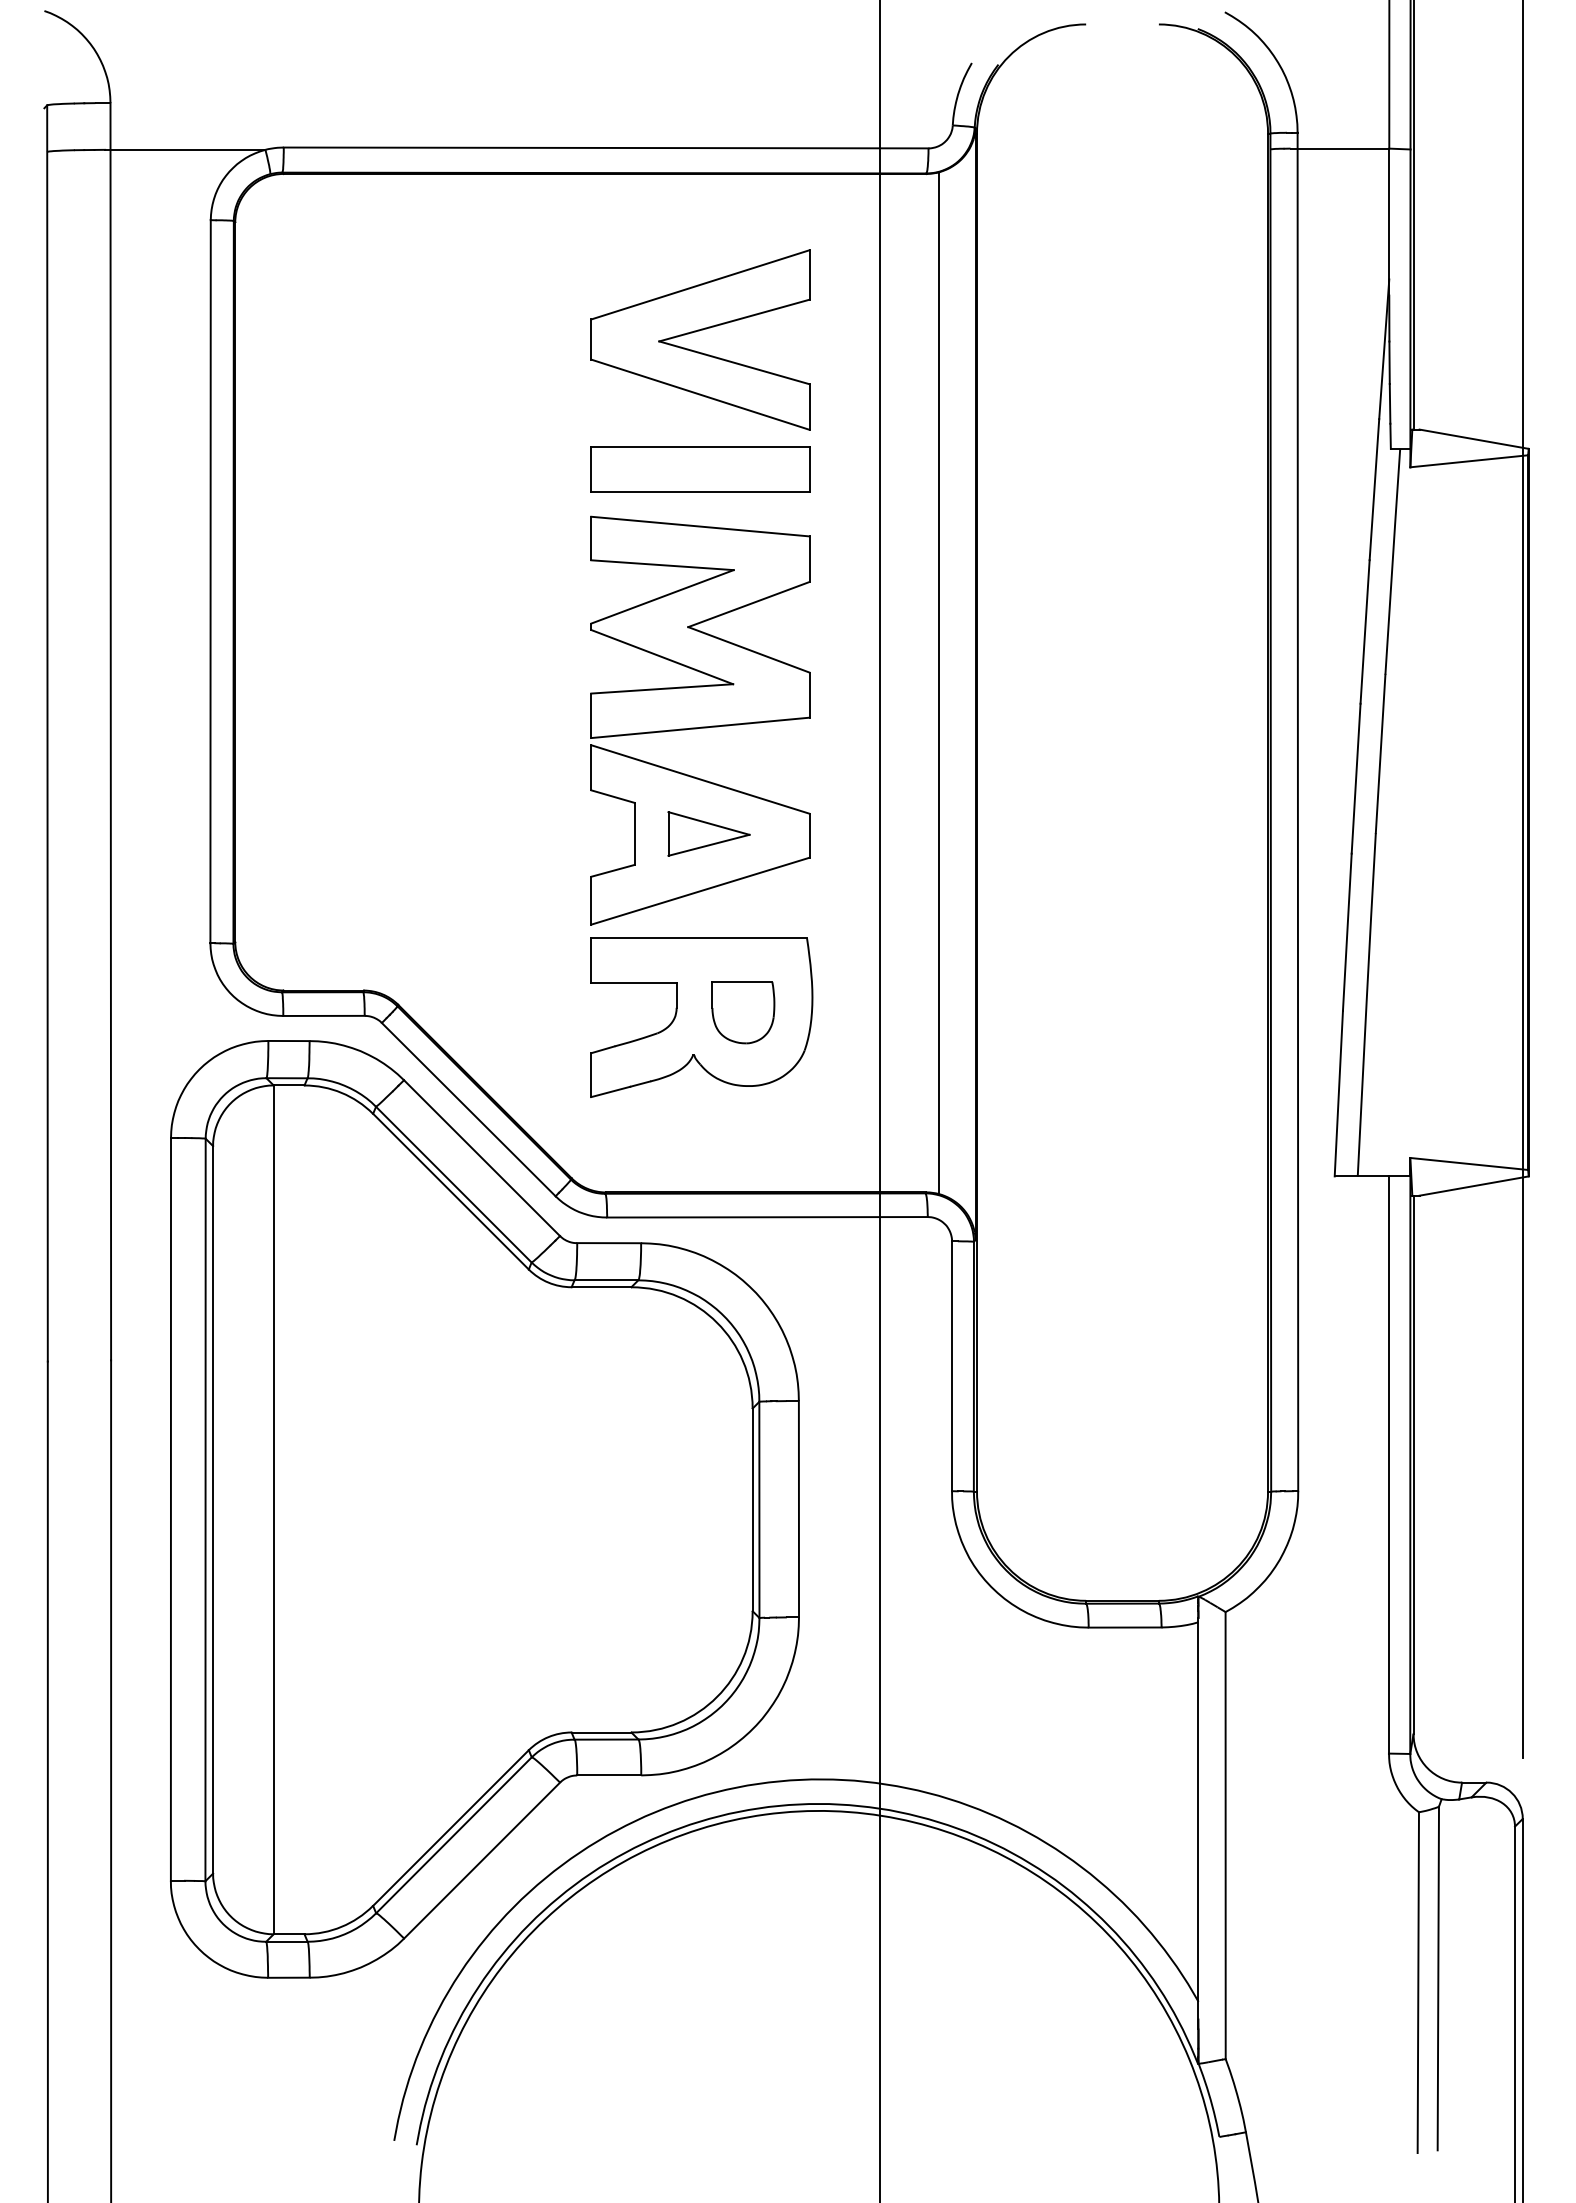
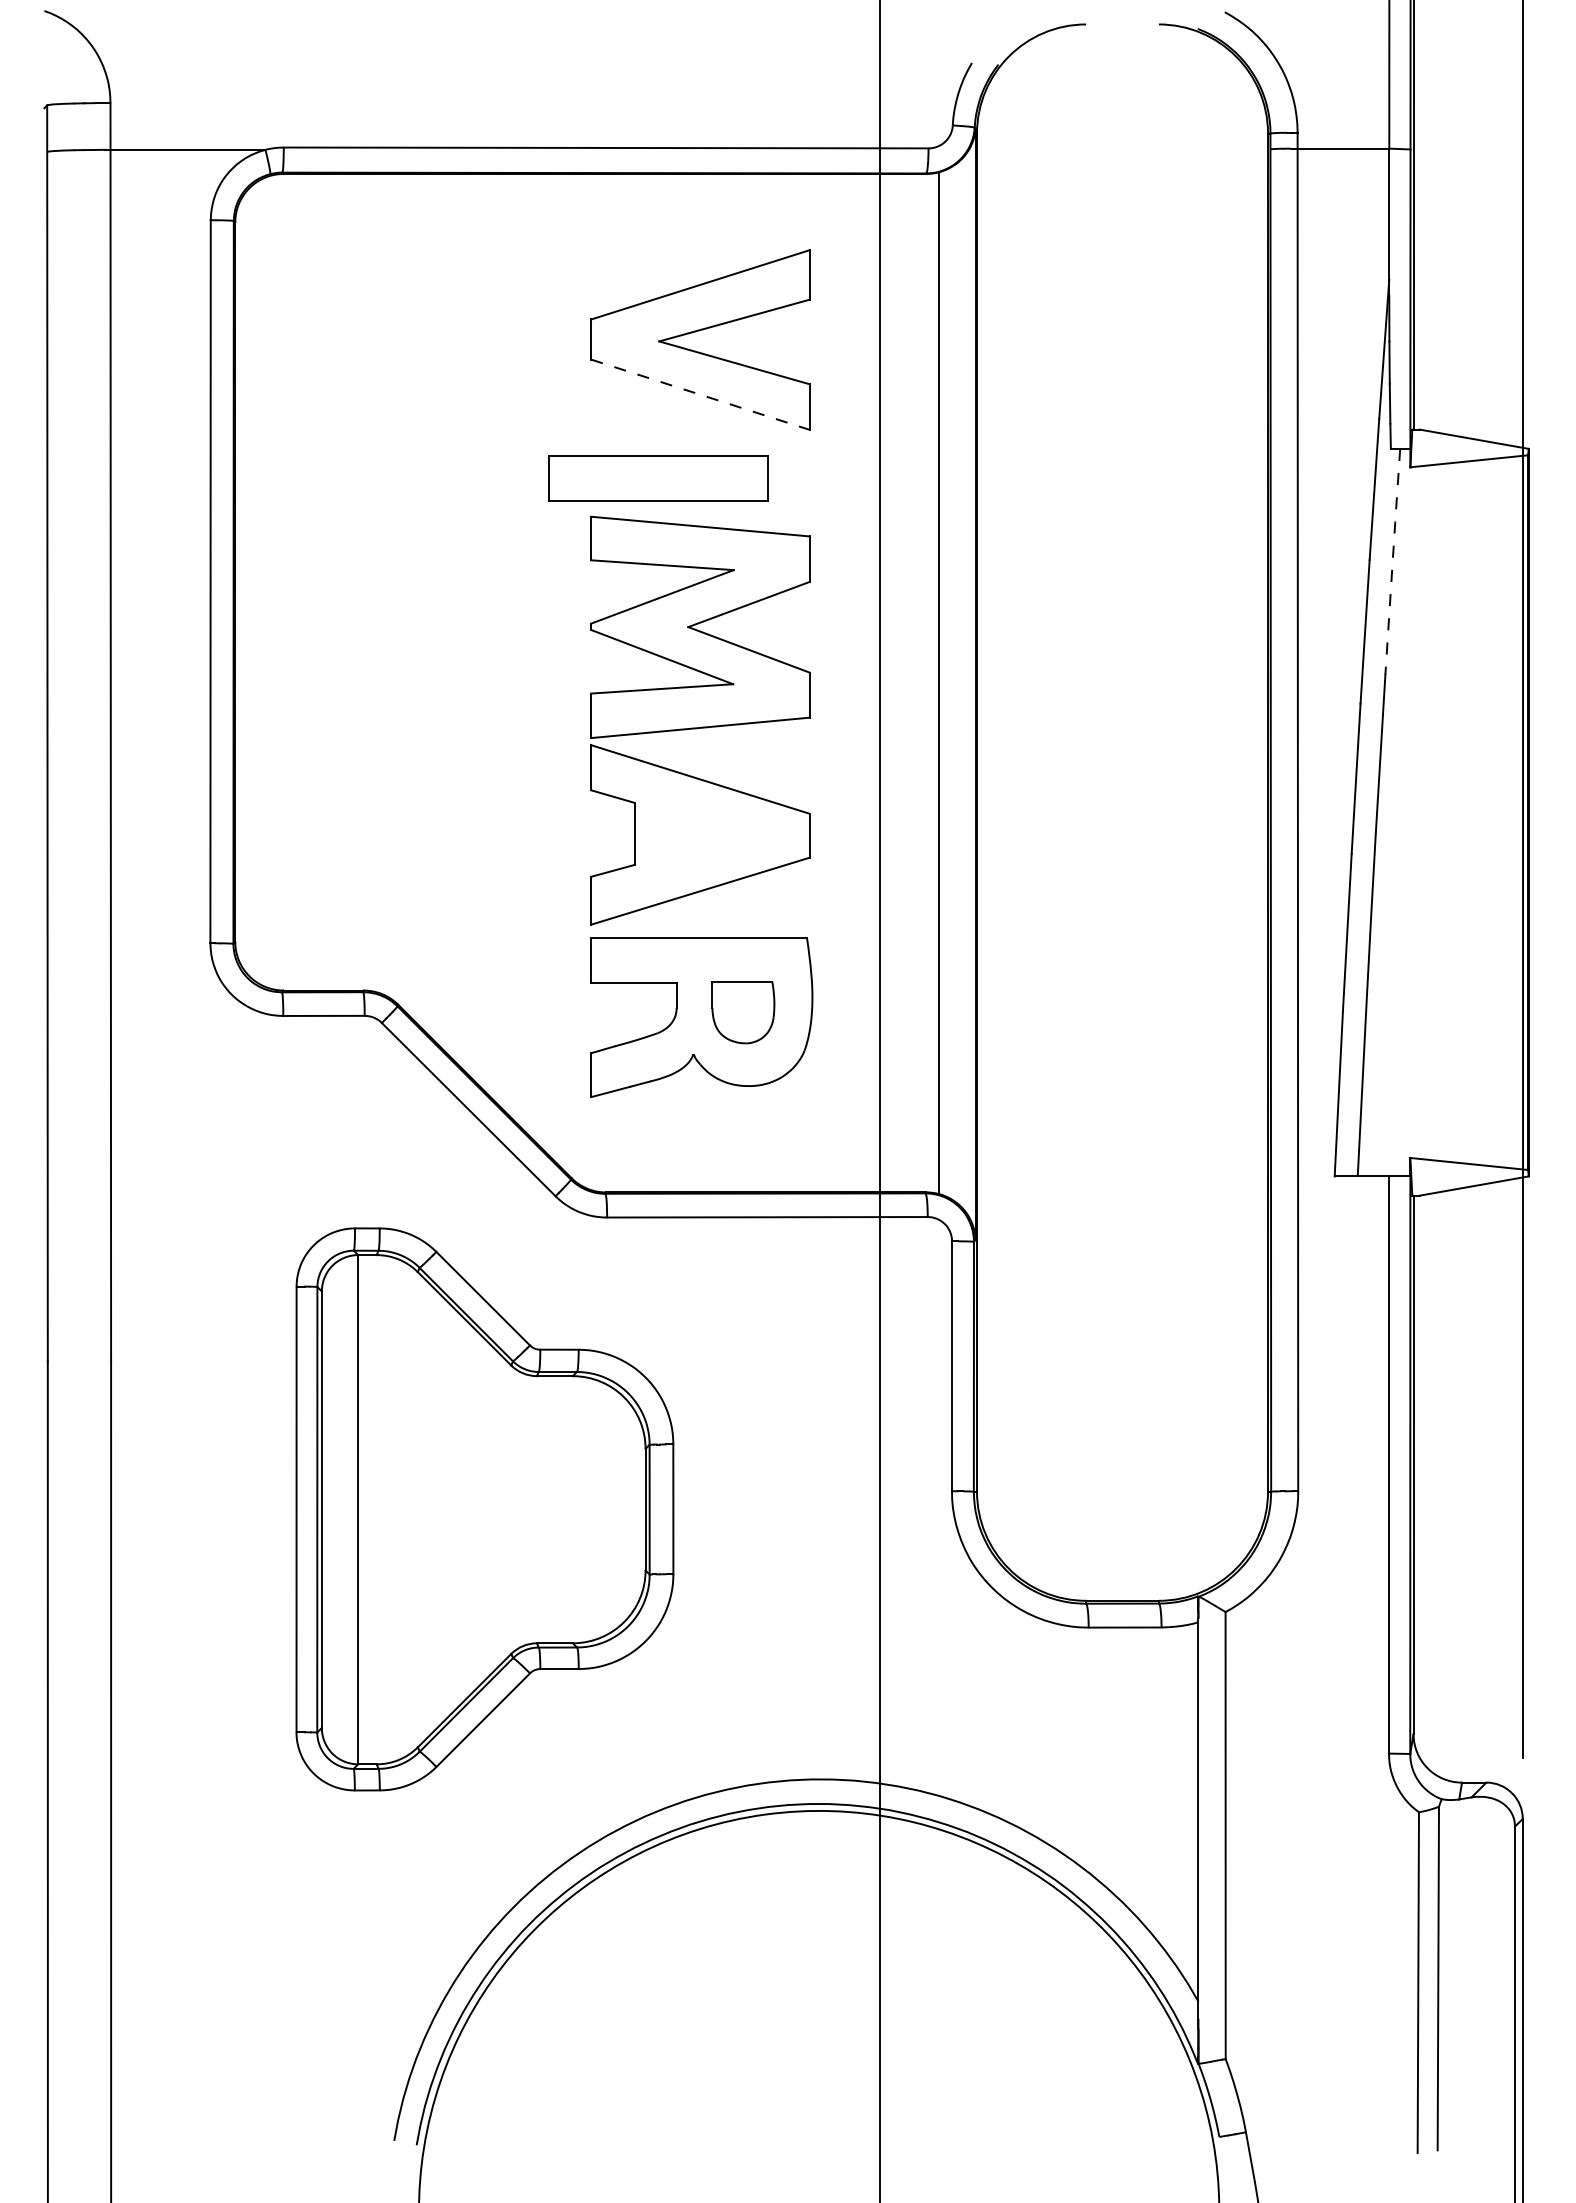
line at (700, 394): solid -> dashed
part at (700, 469) position: (700, 469) -> (658, 478)
line at (1392, 561): solid -> dashed
part at (708, 833): present -> none
part at (484, 1509) size: 630x939 px -> 380x565 px
